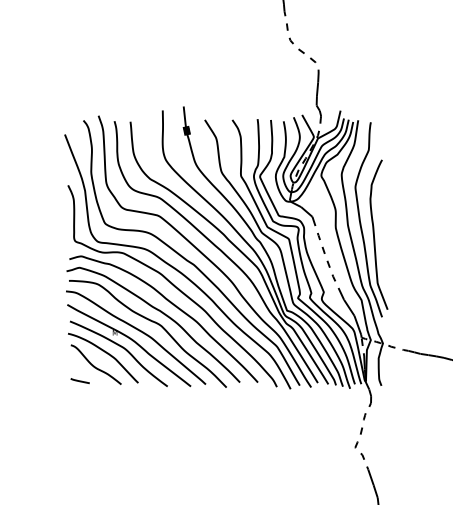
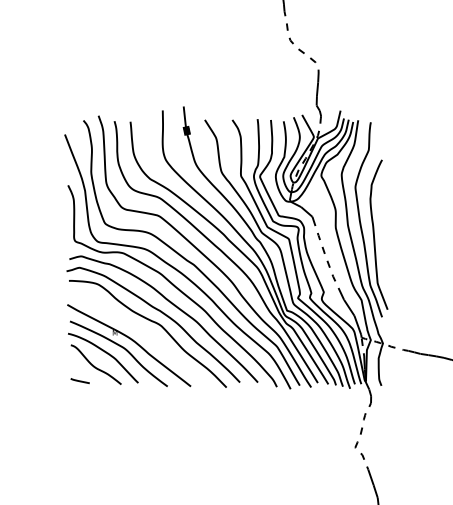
curve at (140, 332): present -> none
